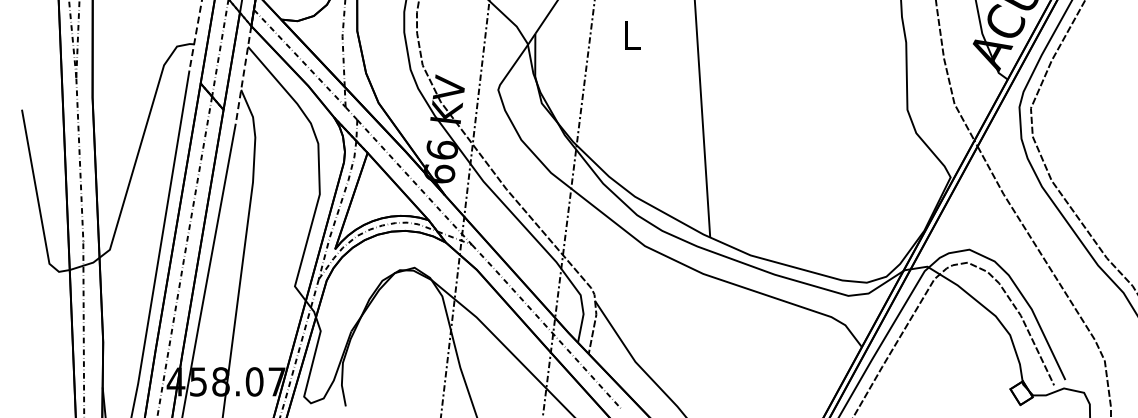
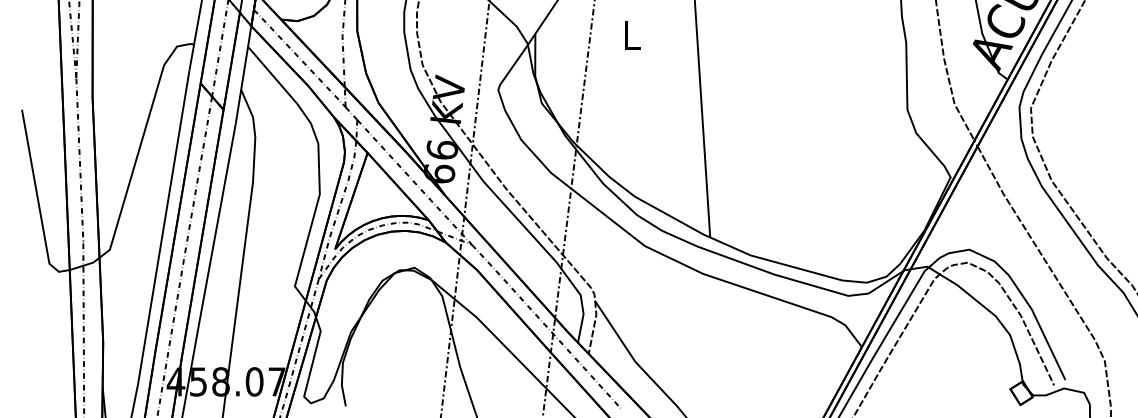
line at (195, 36): dashed -> solid
line at (243, 75): dashed -> solid
